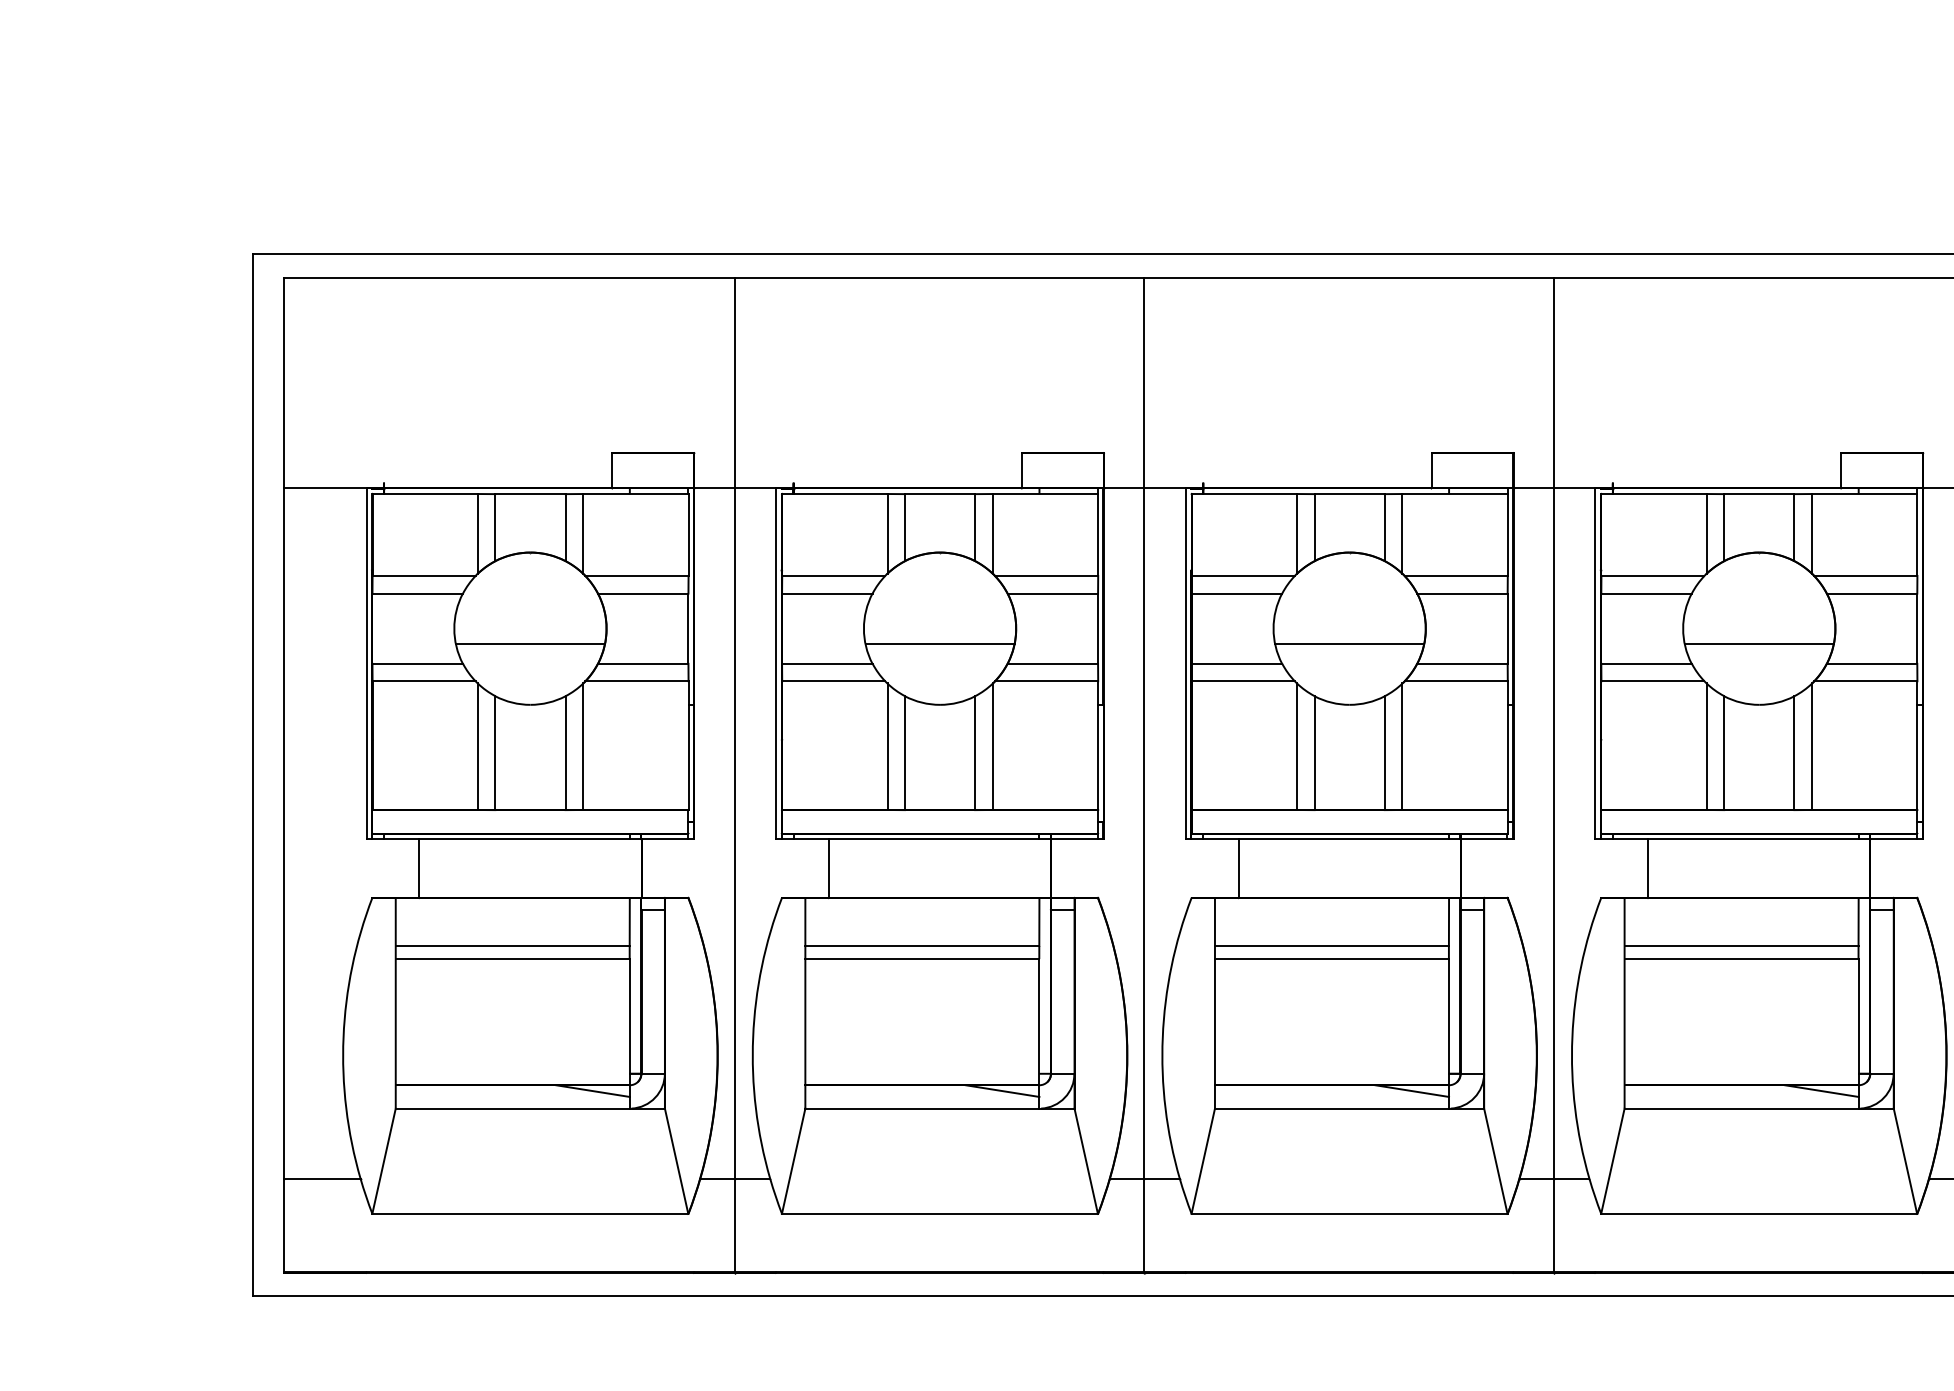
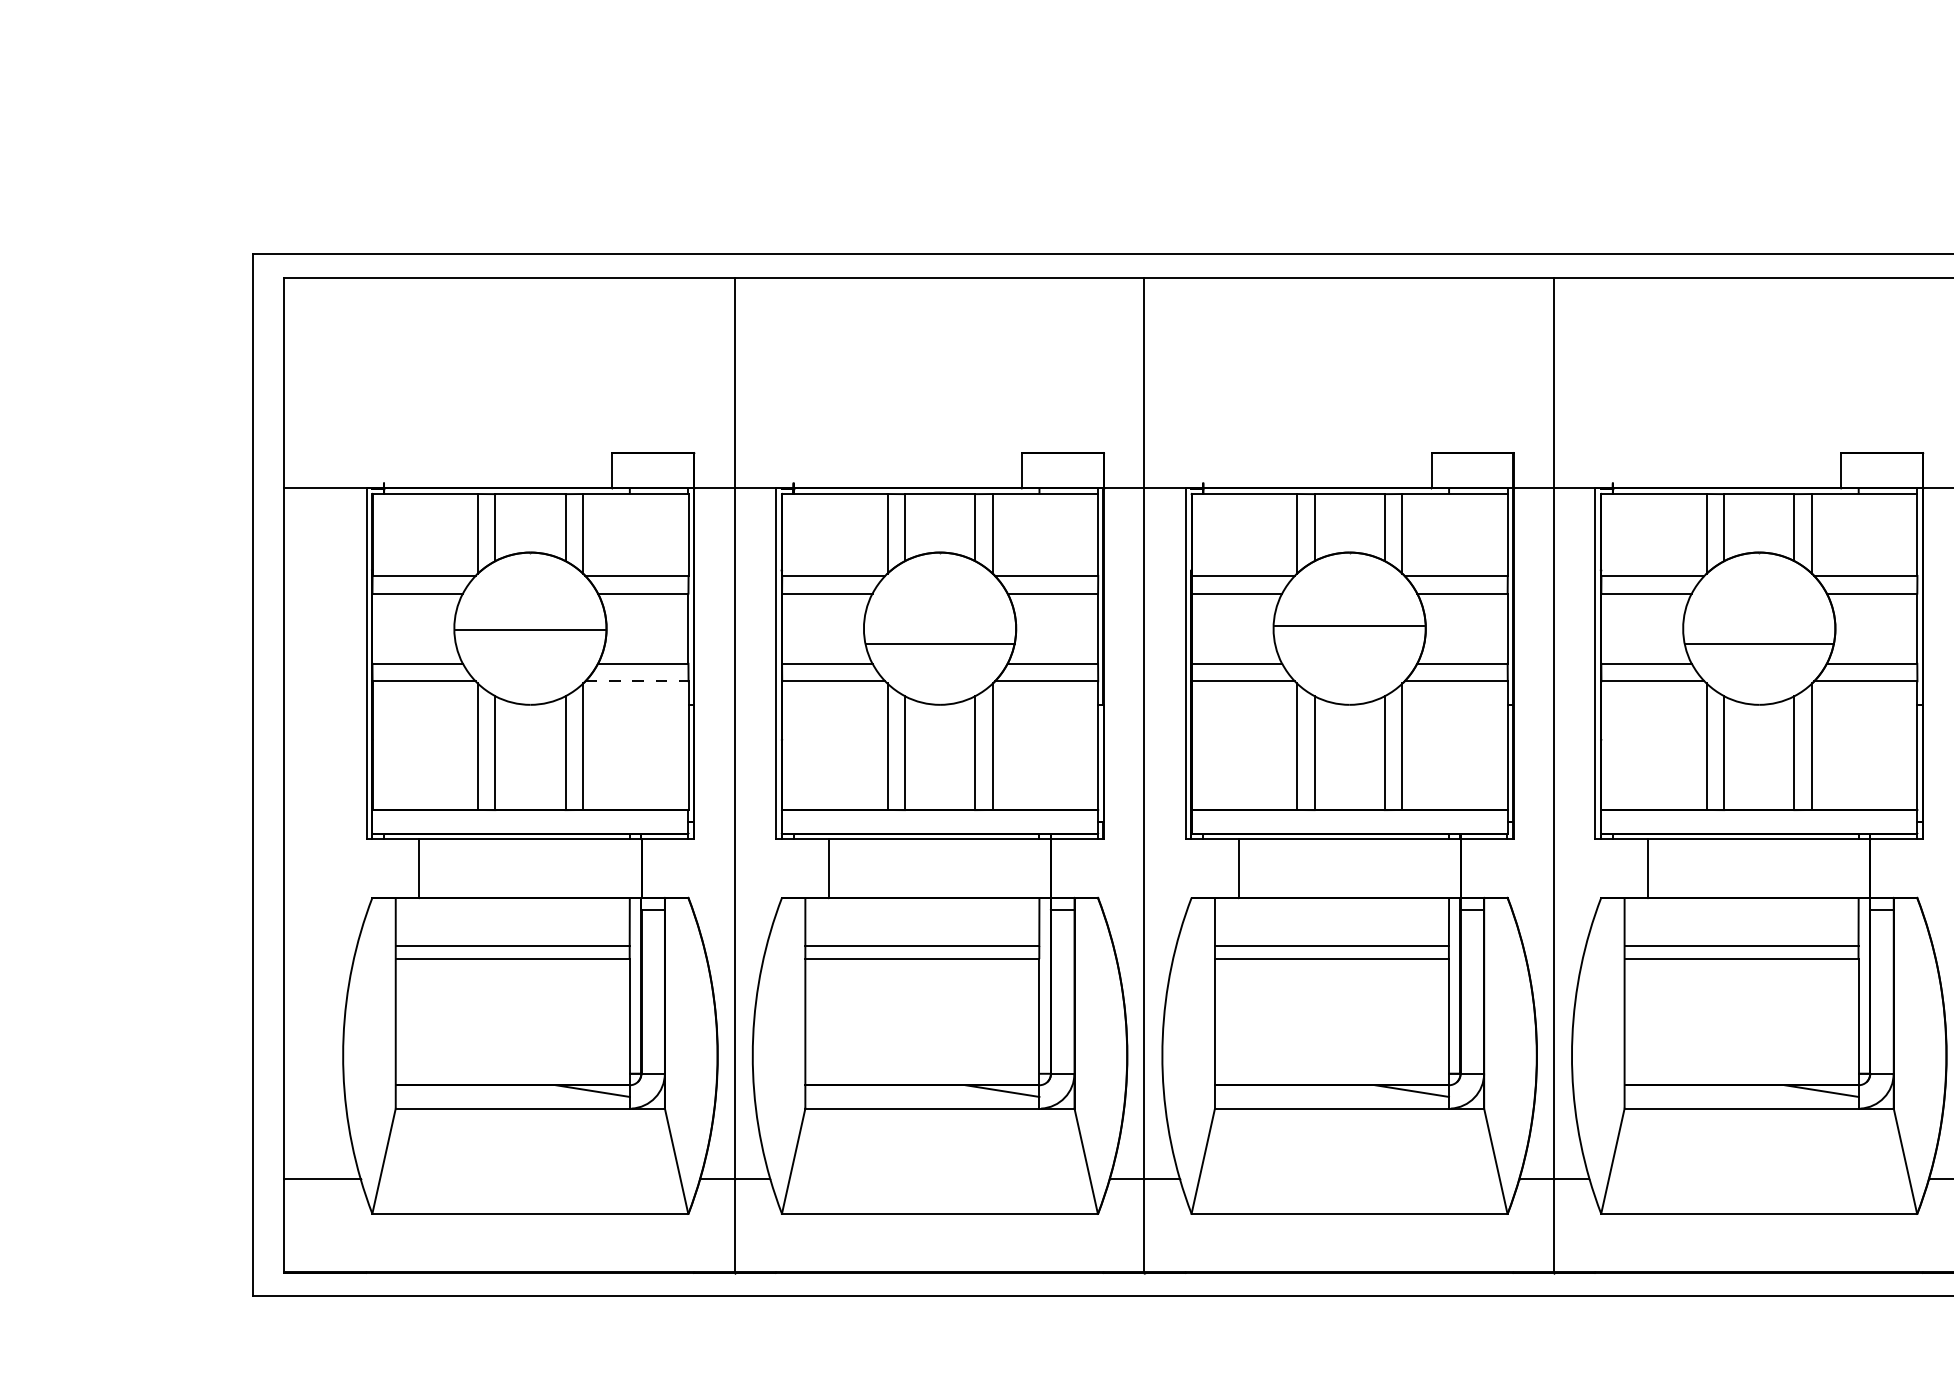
line at (530, 644) position: (530, 644) -> (530, 630)
line at (1349, 644) position: (1349, 644) -> (1349, 626)
line at (637, 681): solid -> dashed
